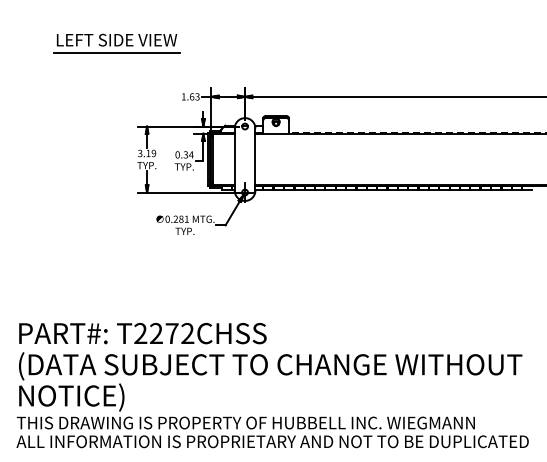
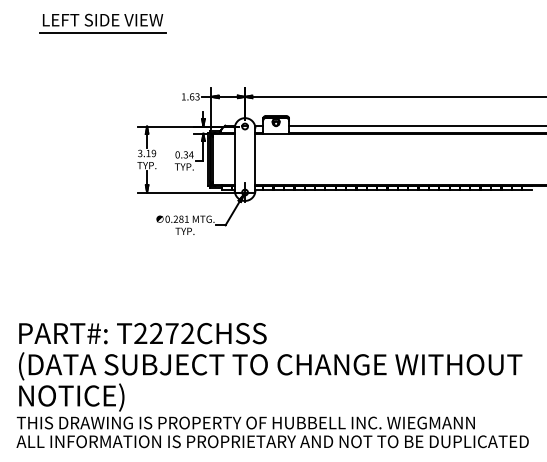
part at (116, 43) position: (116, 43) -> (102, 23)
line at (416, 125): none -> present
line at (417, 132): dashed -> solid
